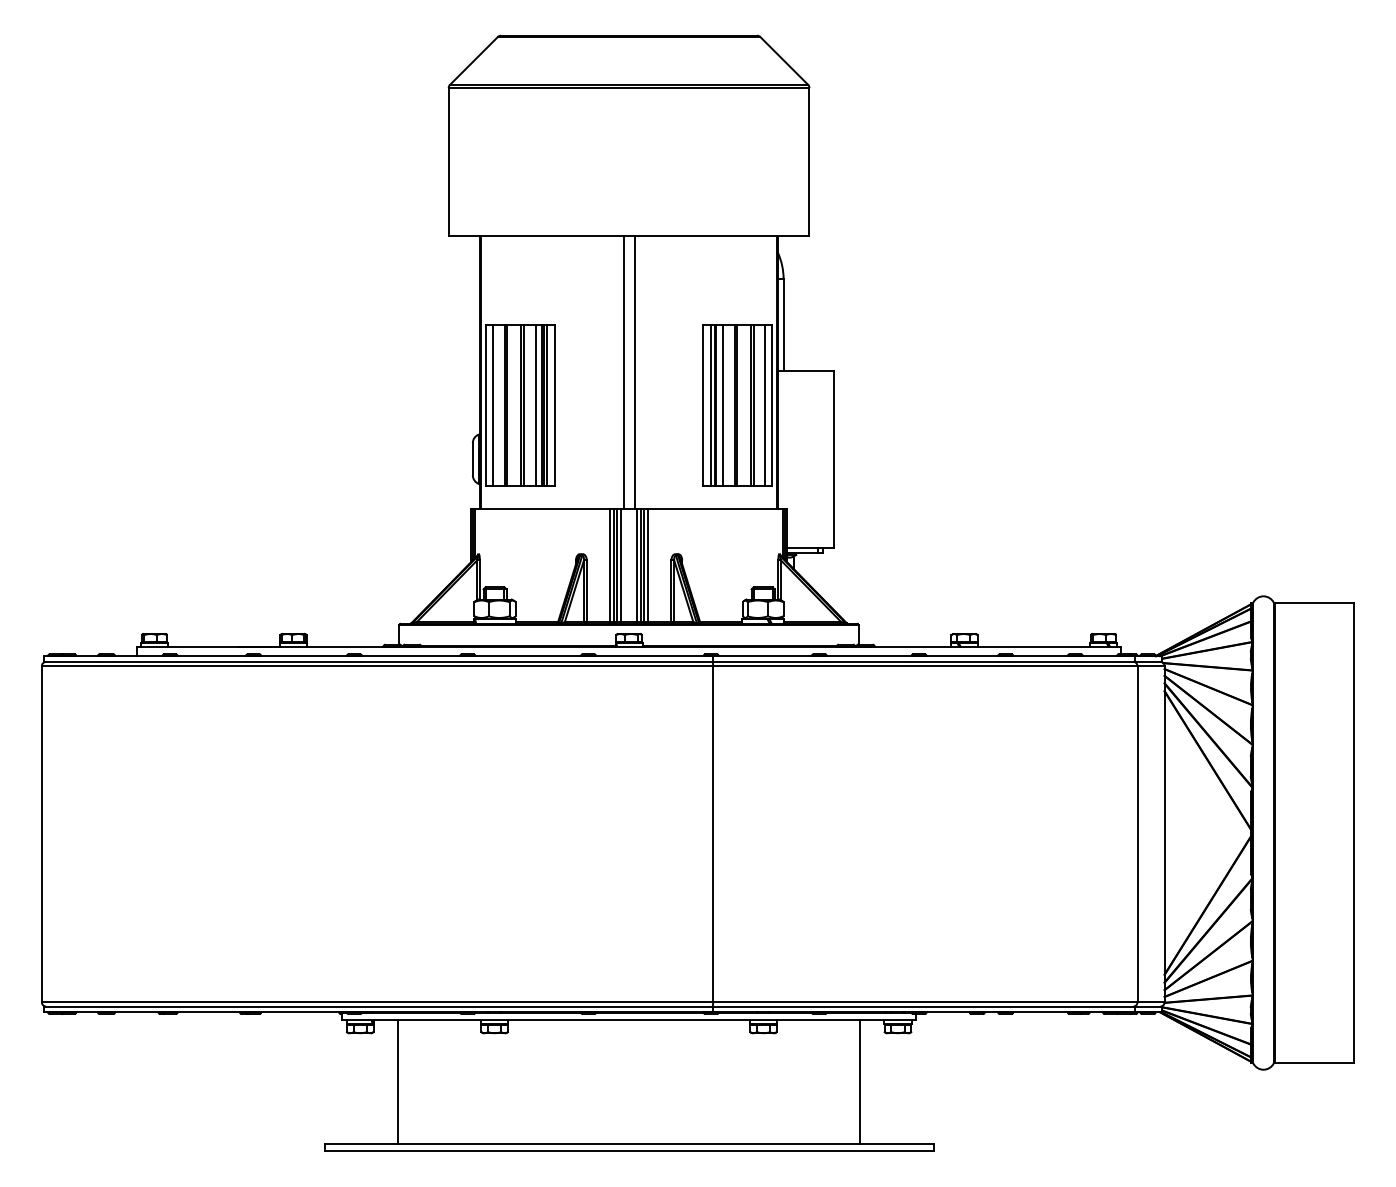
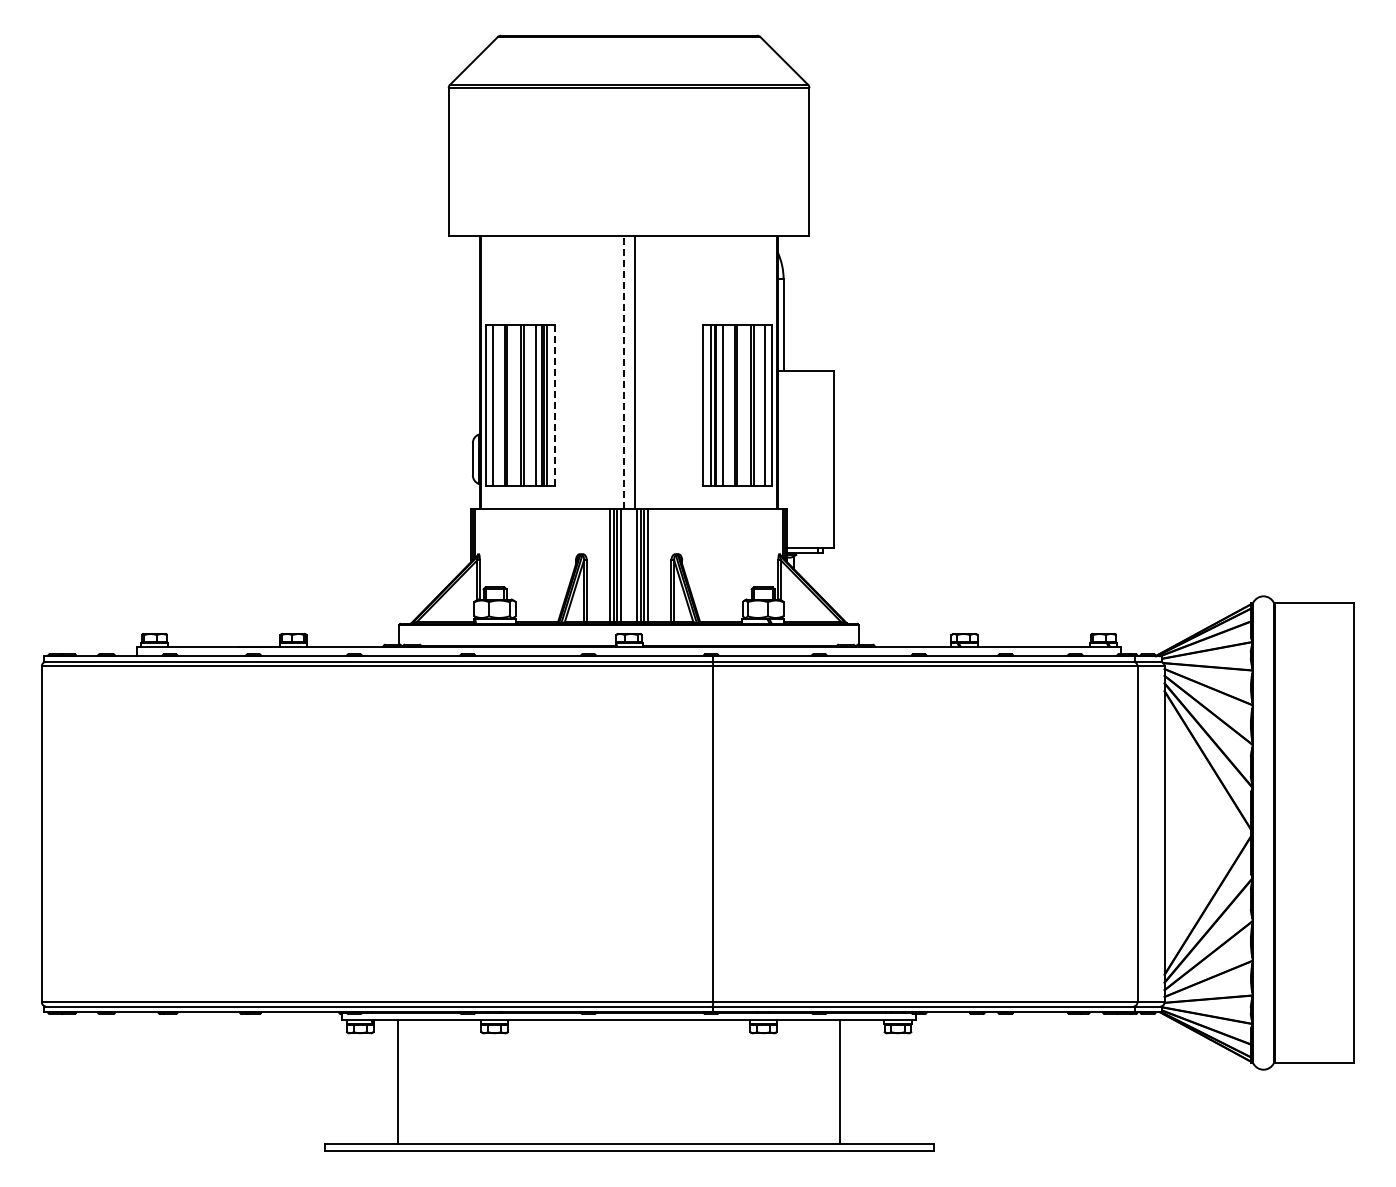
line at (623, 372): solid -> dashed
line at (555, 405): solid -> dashed
line at (860, 1082) position: (860, 1082) -> (840, 1082)
